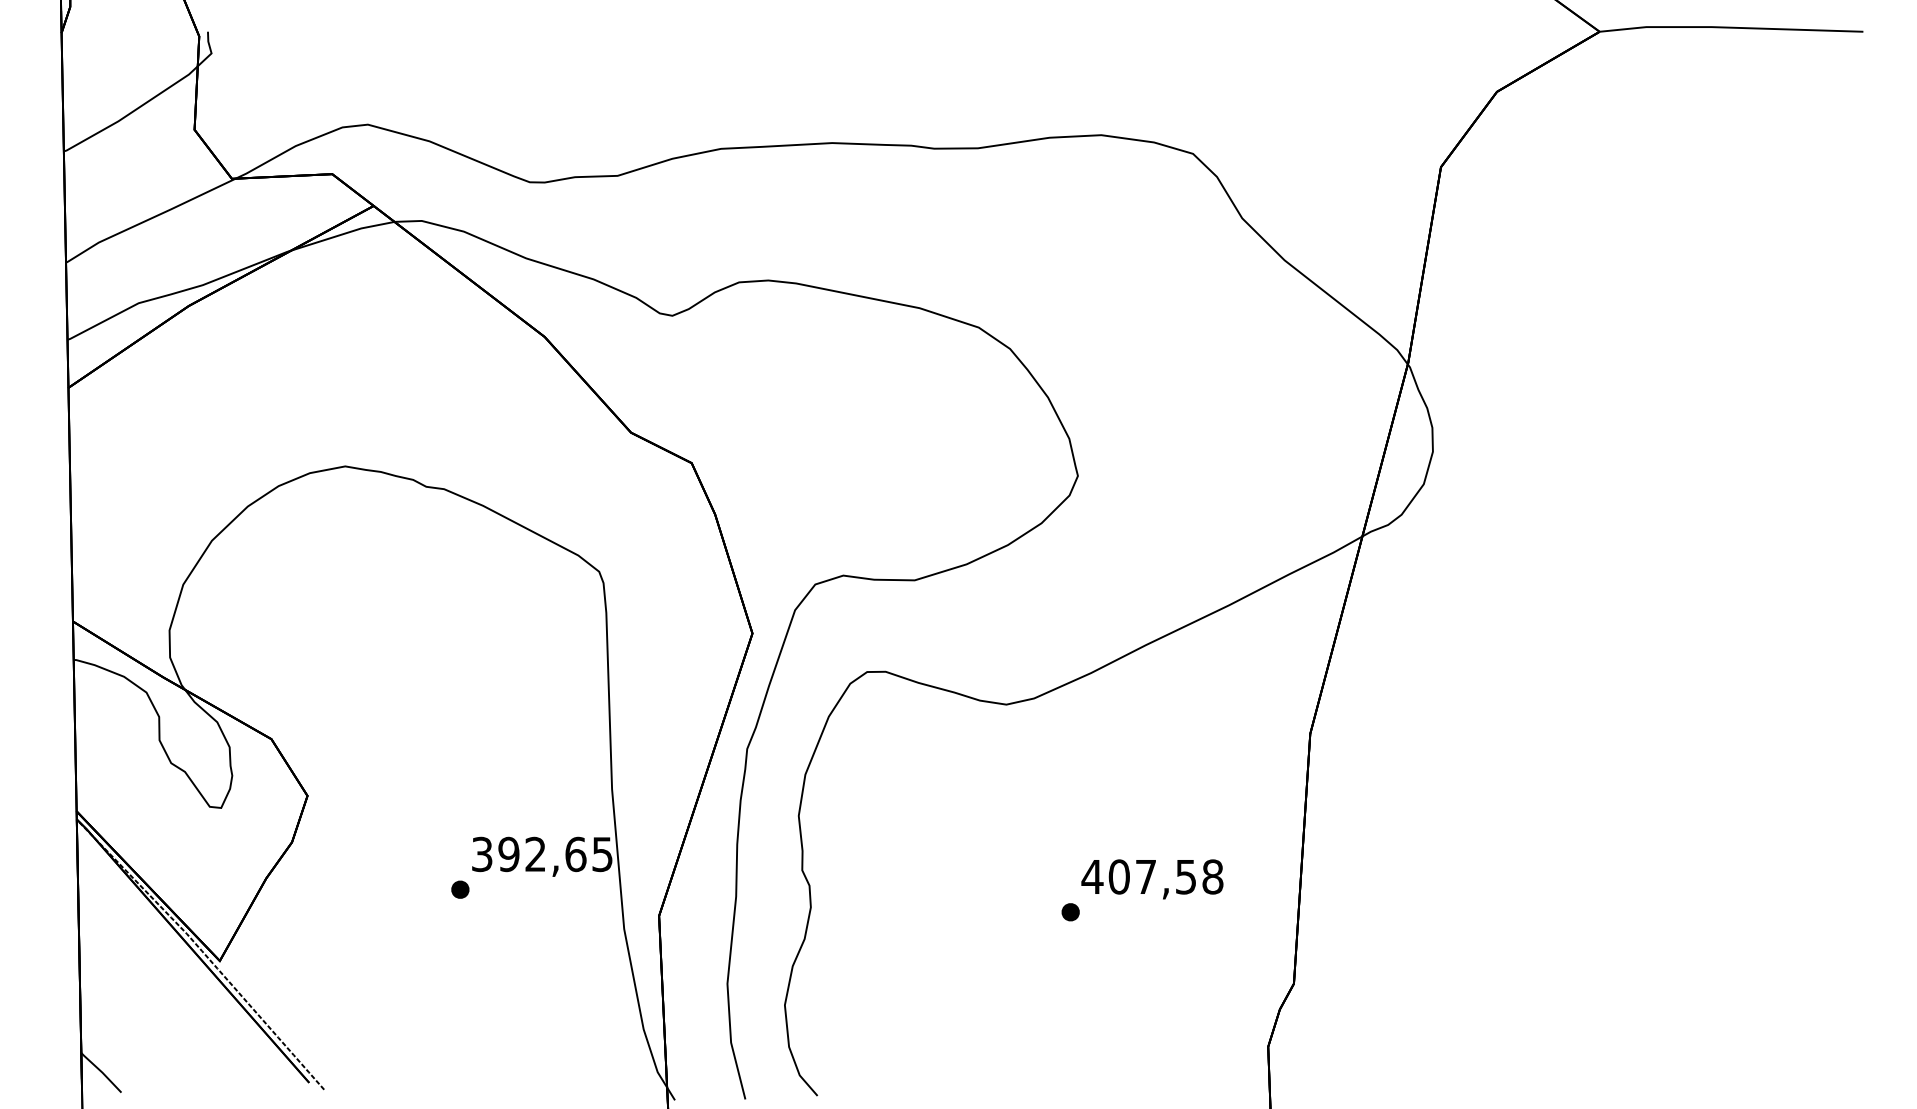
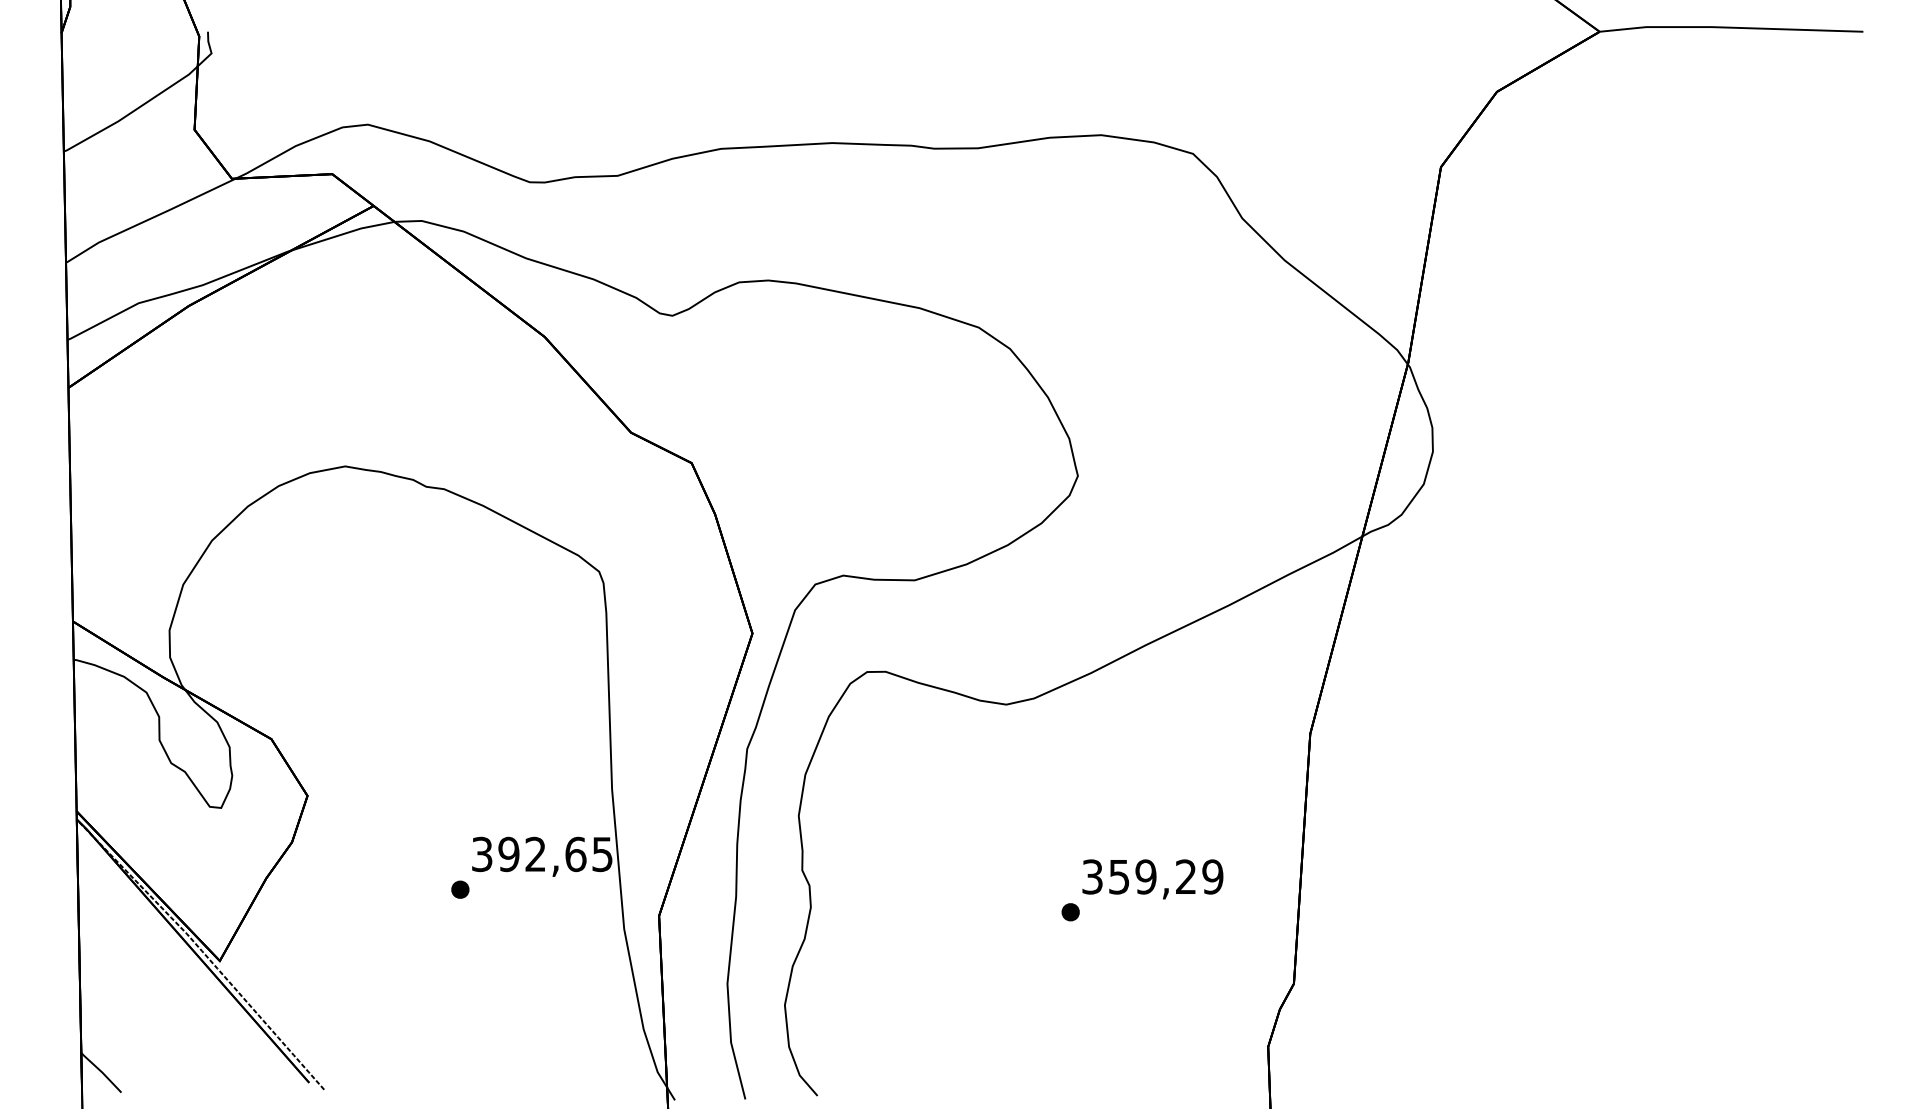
text at (1152, 876): 407,58 -> 359,29
